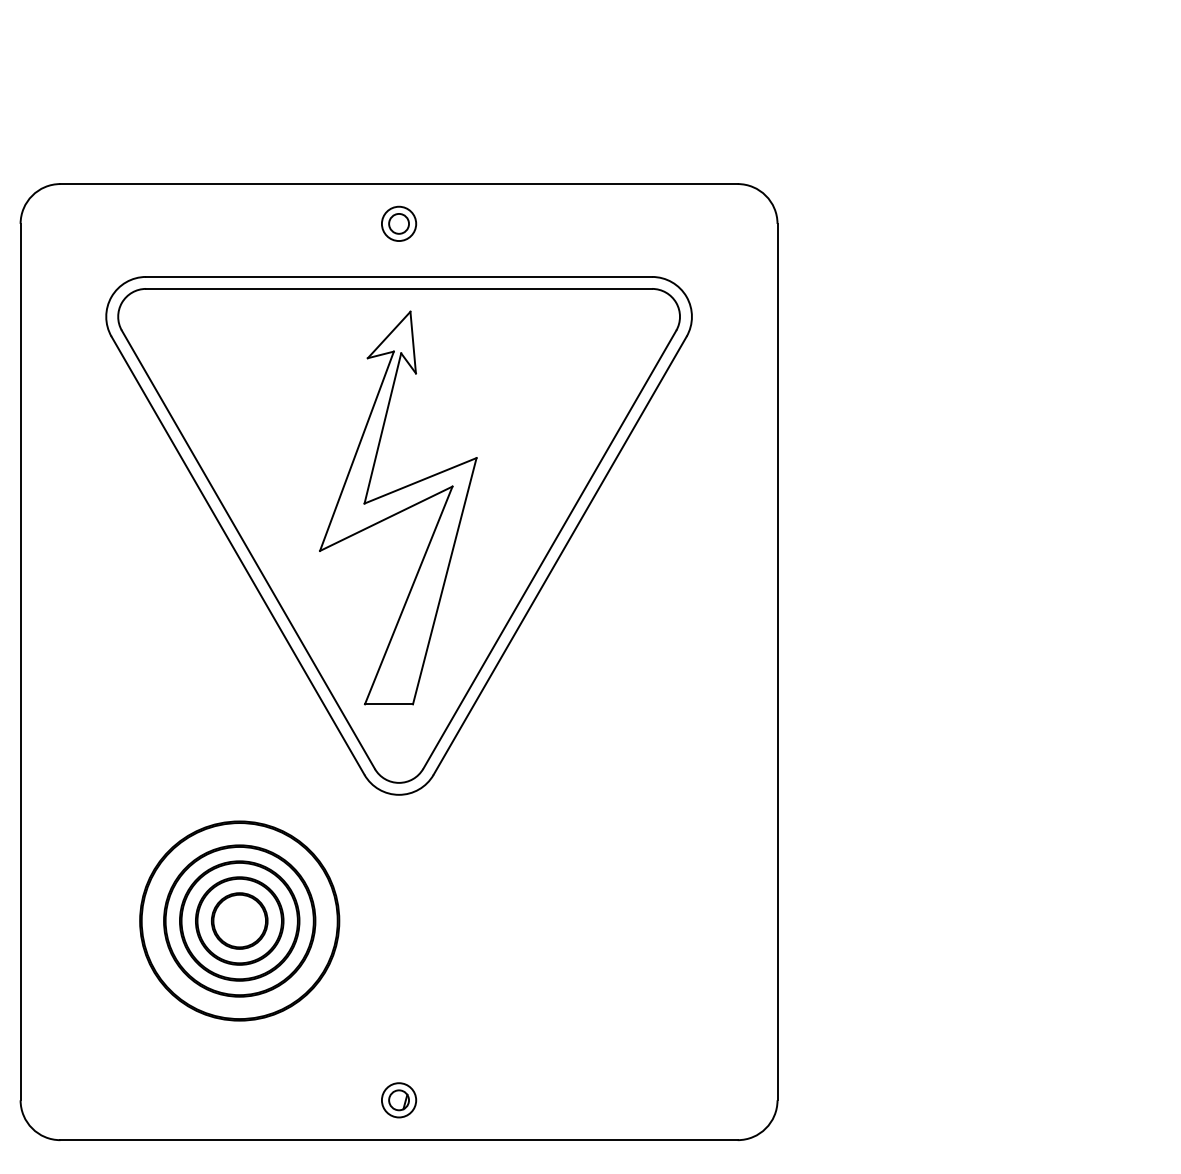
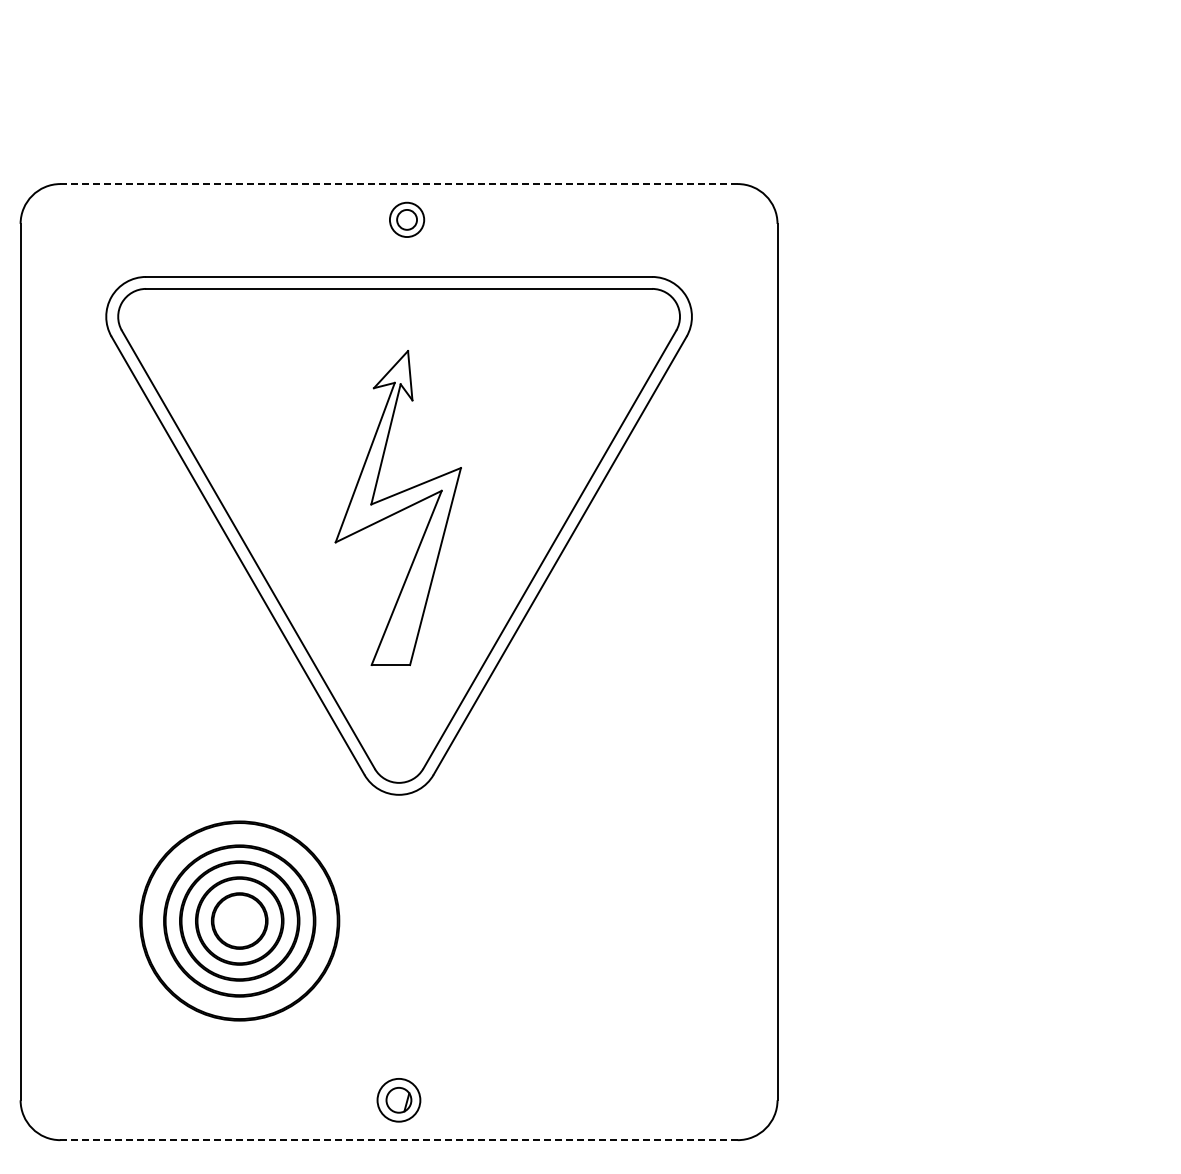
line at (399, 184): solid -> dashed
part at (399, 223) position: (399, 223) -> (407, 219)
part at (398, 507) size: 159x396 px -> 128x316 px
part at (399, 1100) size: 37x37 px -> 46x45 px
line at (399, 1140): solid -> dashed
